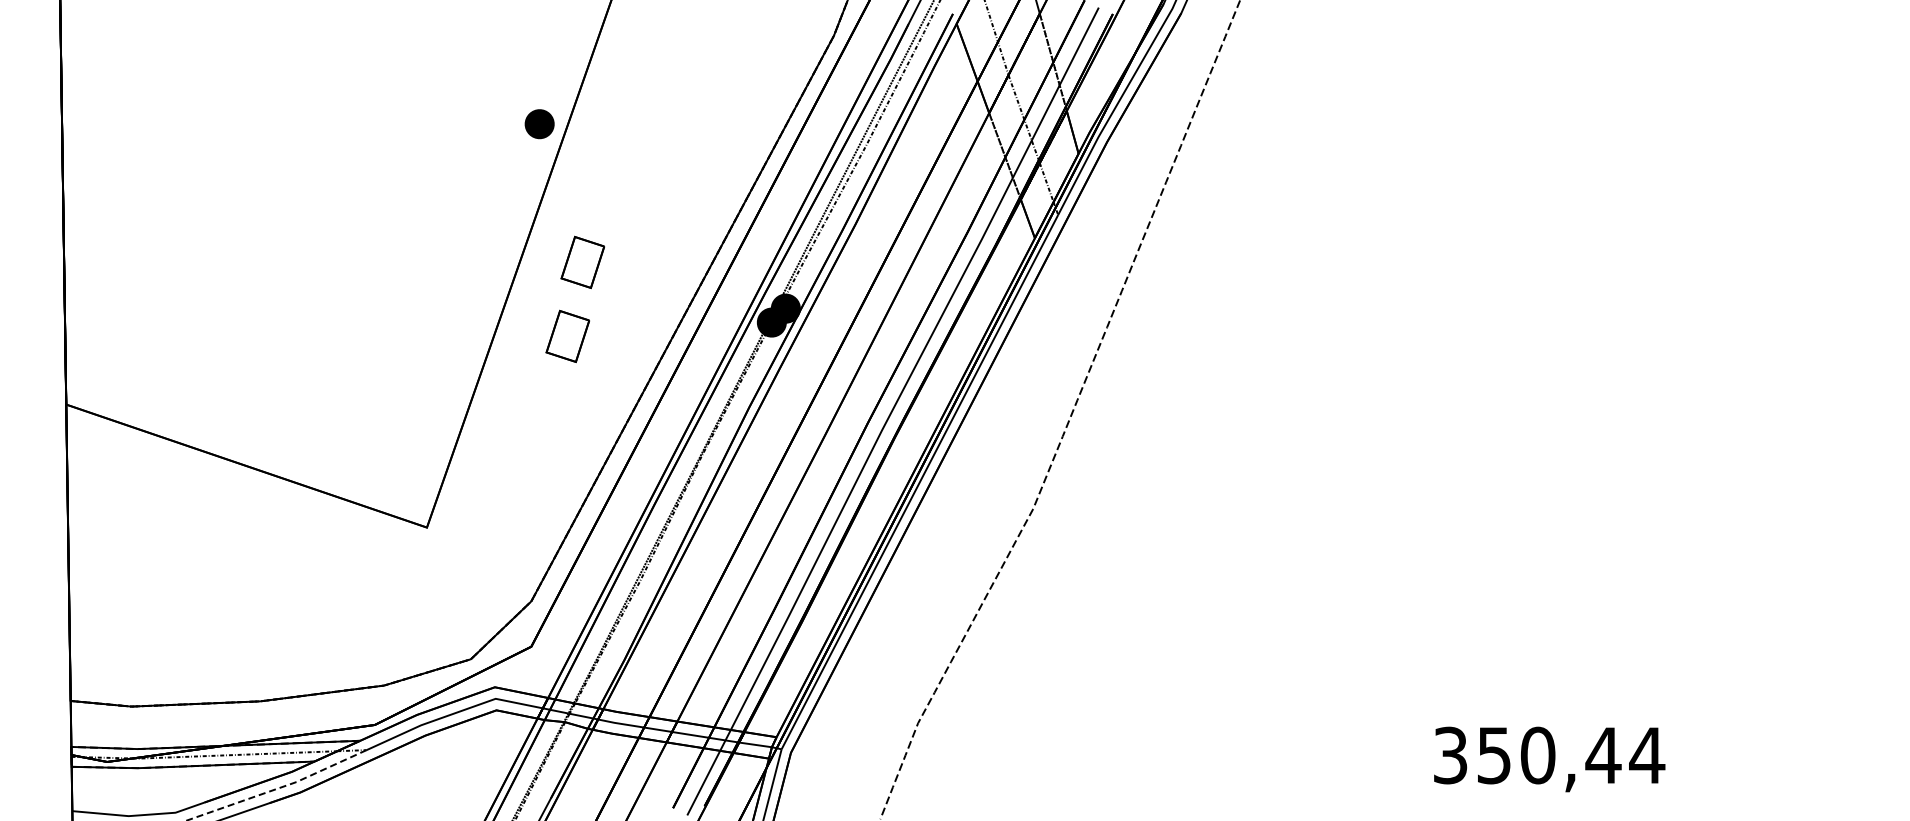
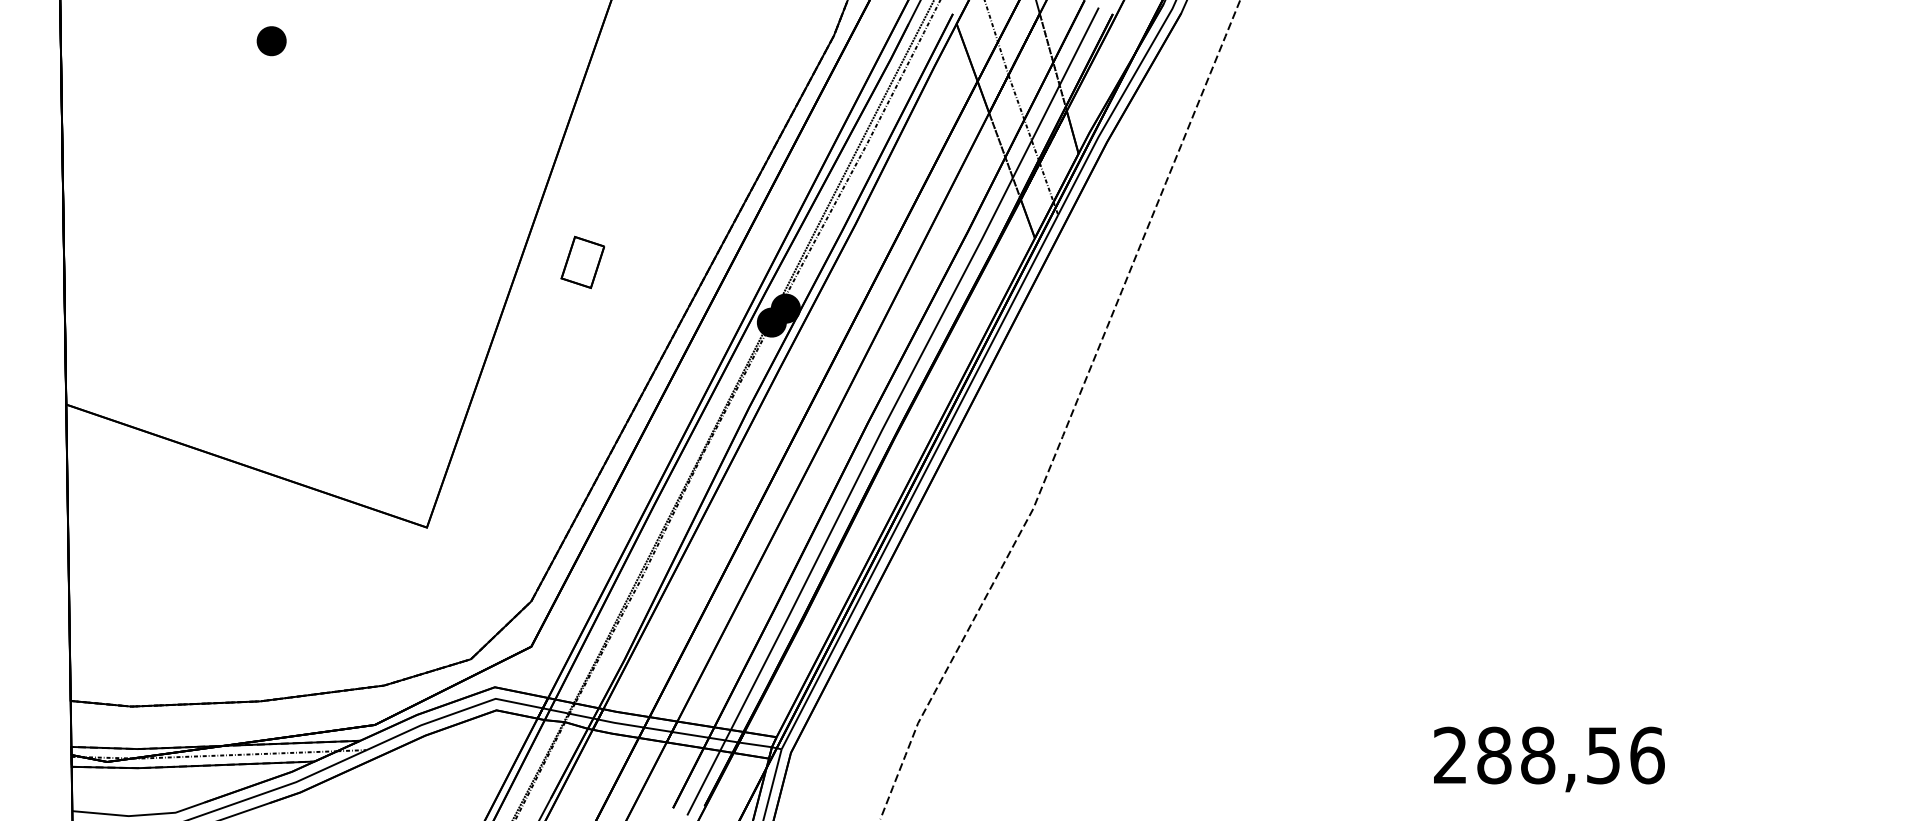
part at (539, 124) position: (539, 124) -> (271, 41)
part at (567, 336): present -> none
text at (1549, 755): 350,44 -> 288,56
line at (278, 788): dashed -> solid
